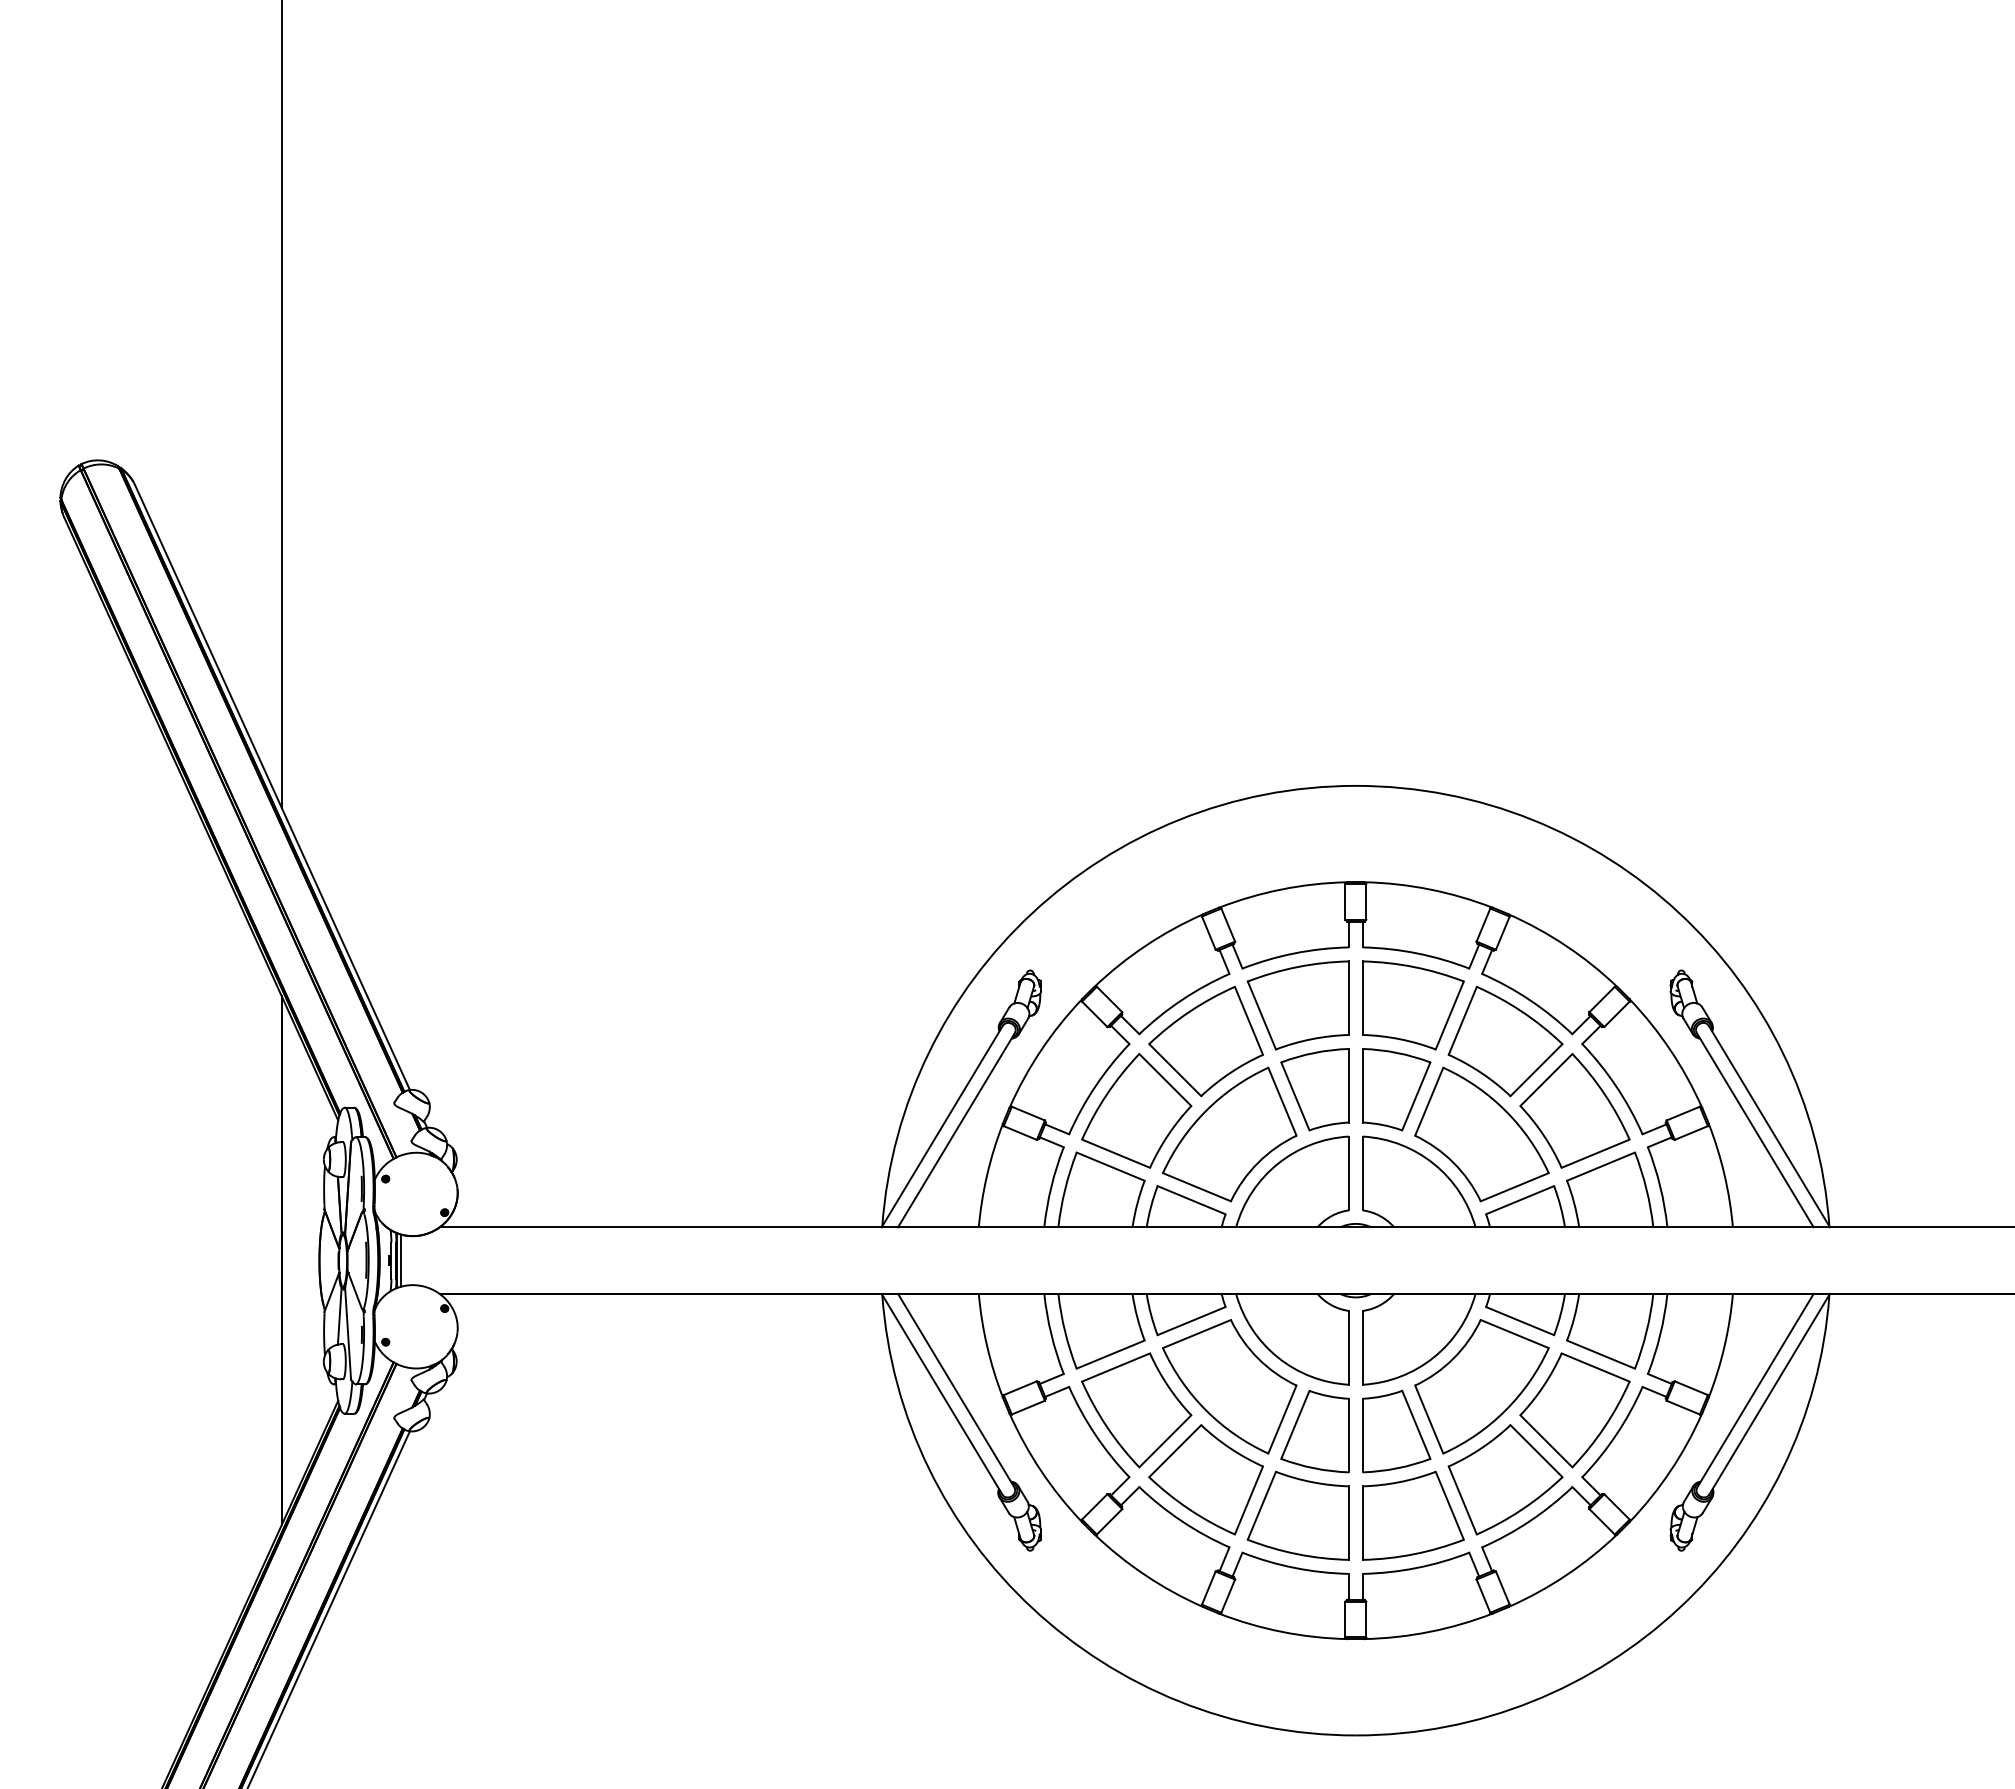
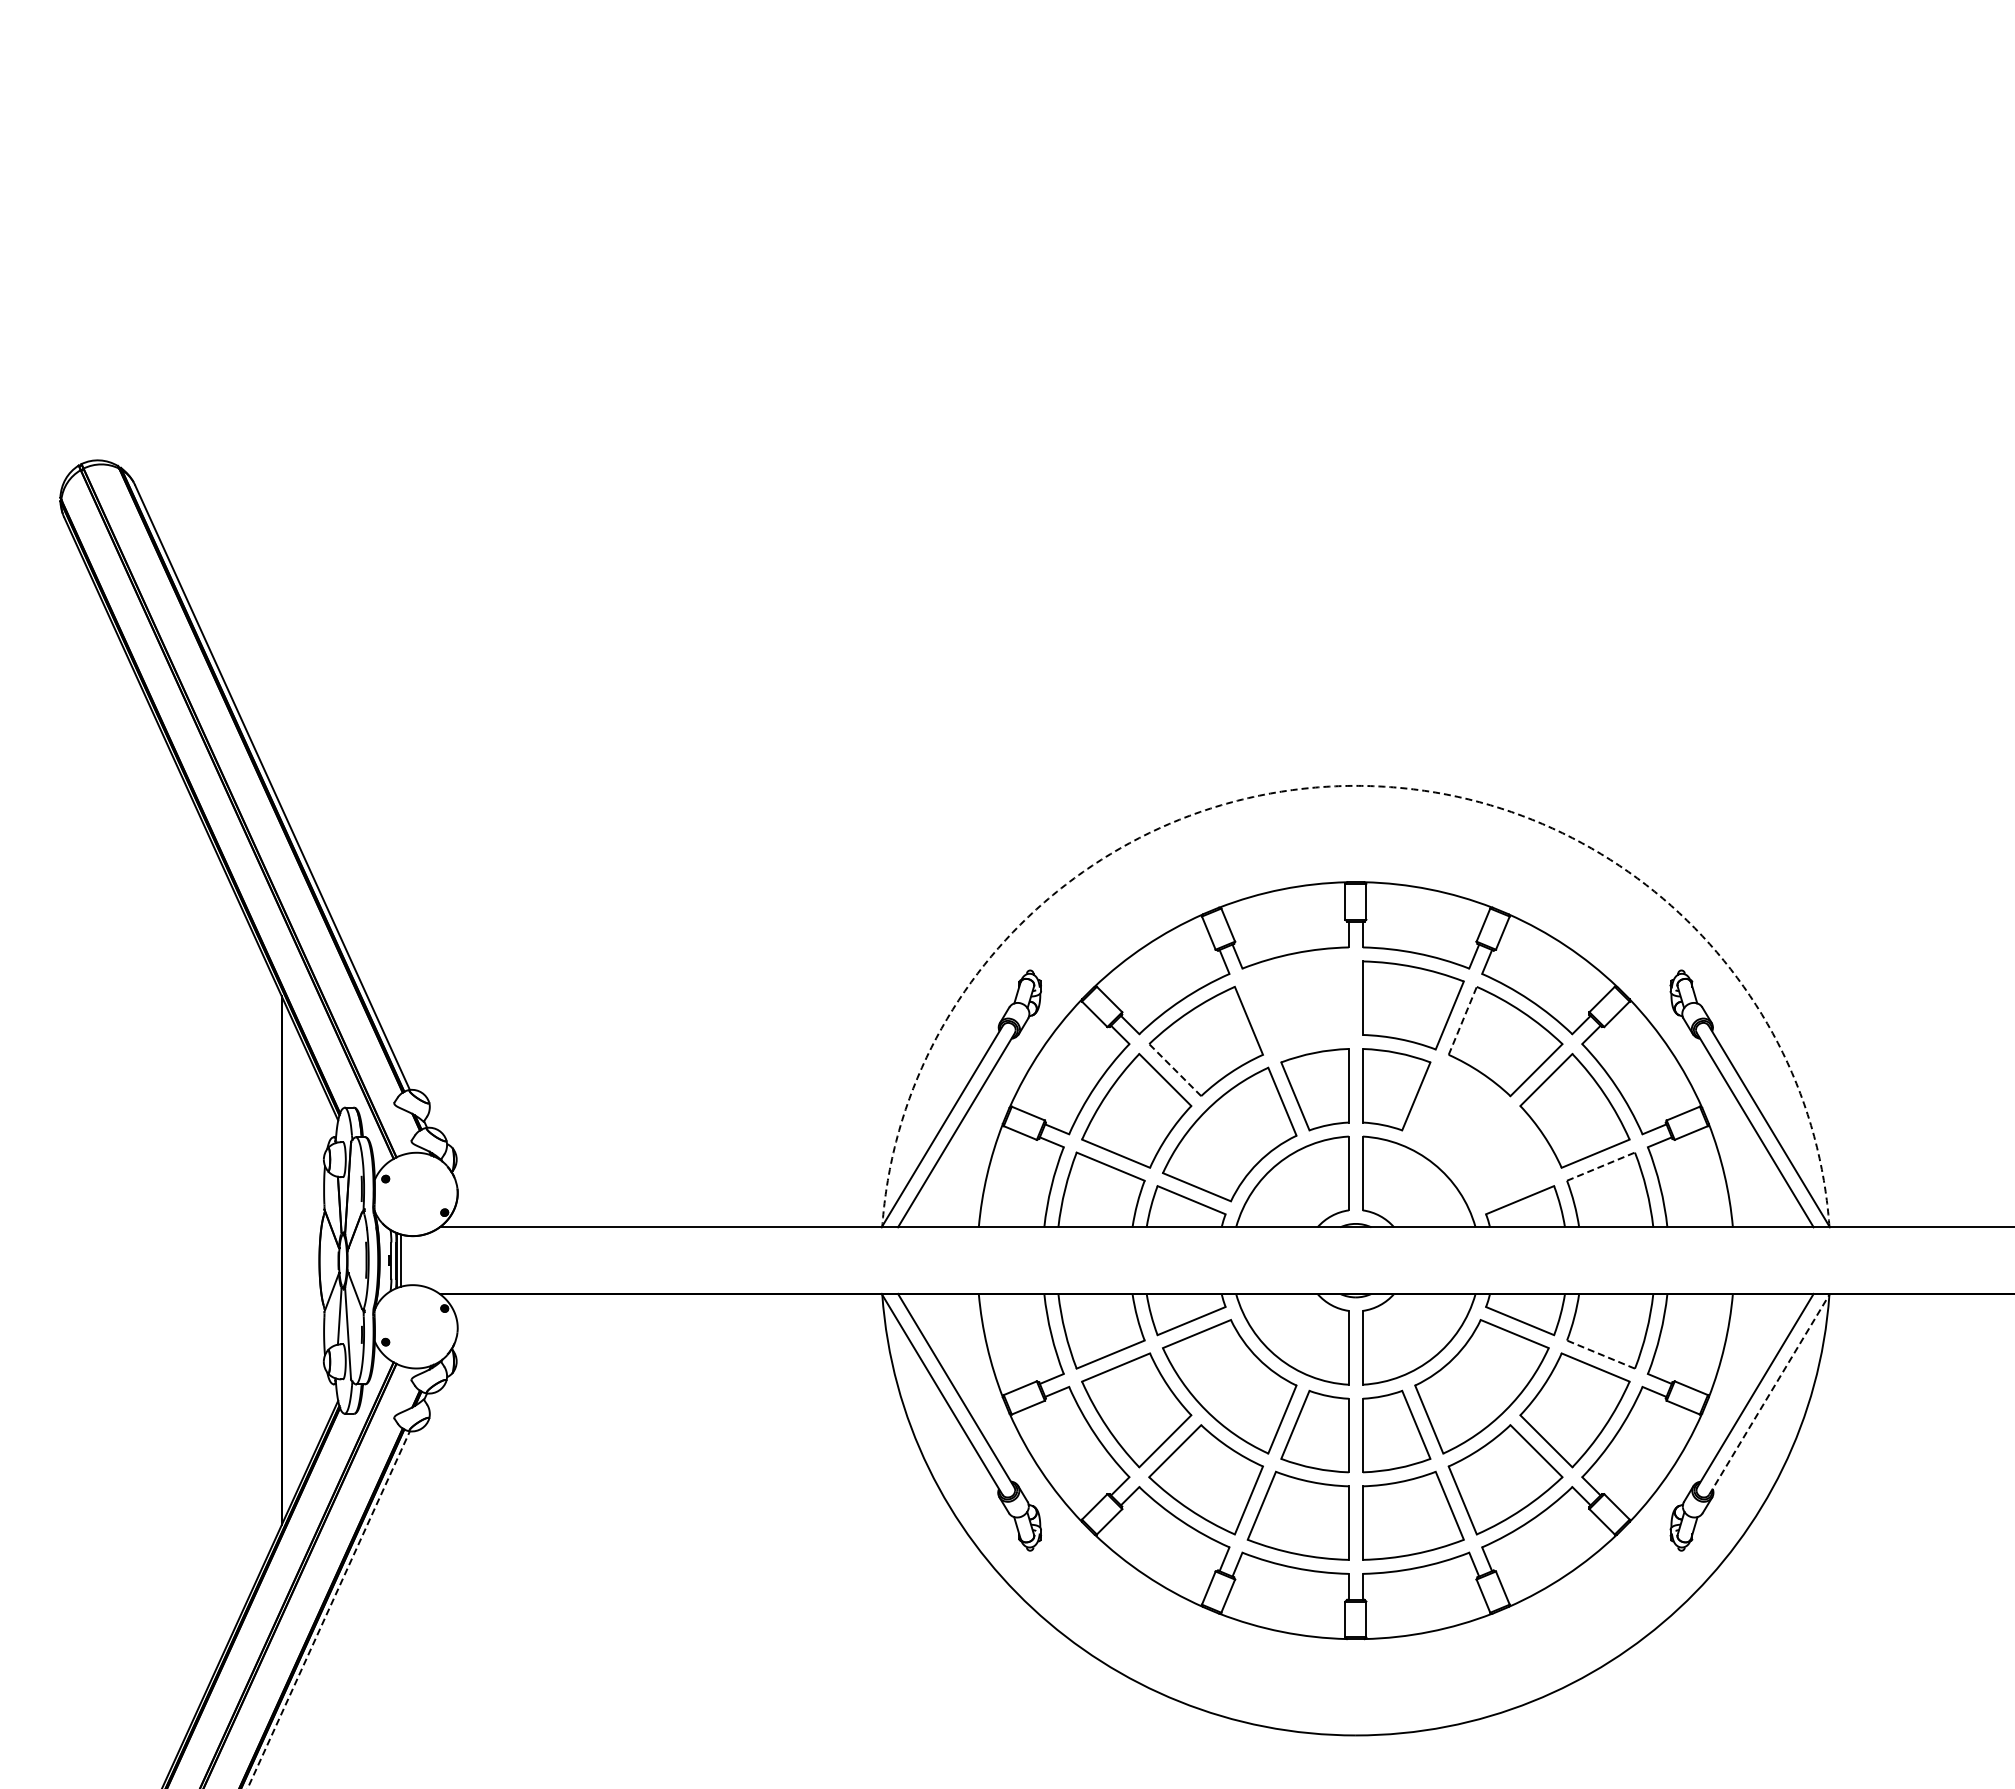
line at (281, 404): present -> none
arc at (1355, 785): solid -> dashed
part at (1297, 1005): present -> none
line at (1462, 1020): solid -> dashed
line at (1175, 1070): solid -> dashed
part at (1481, 1134): present -> none
line at (1601, 1166): solid -> dashed
line at (1601, 1354): solid -> dashed
line at (1769, 1393): solid -> dashed
line at (328, 1609): solid -> dashed
